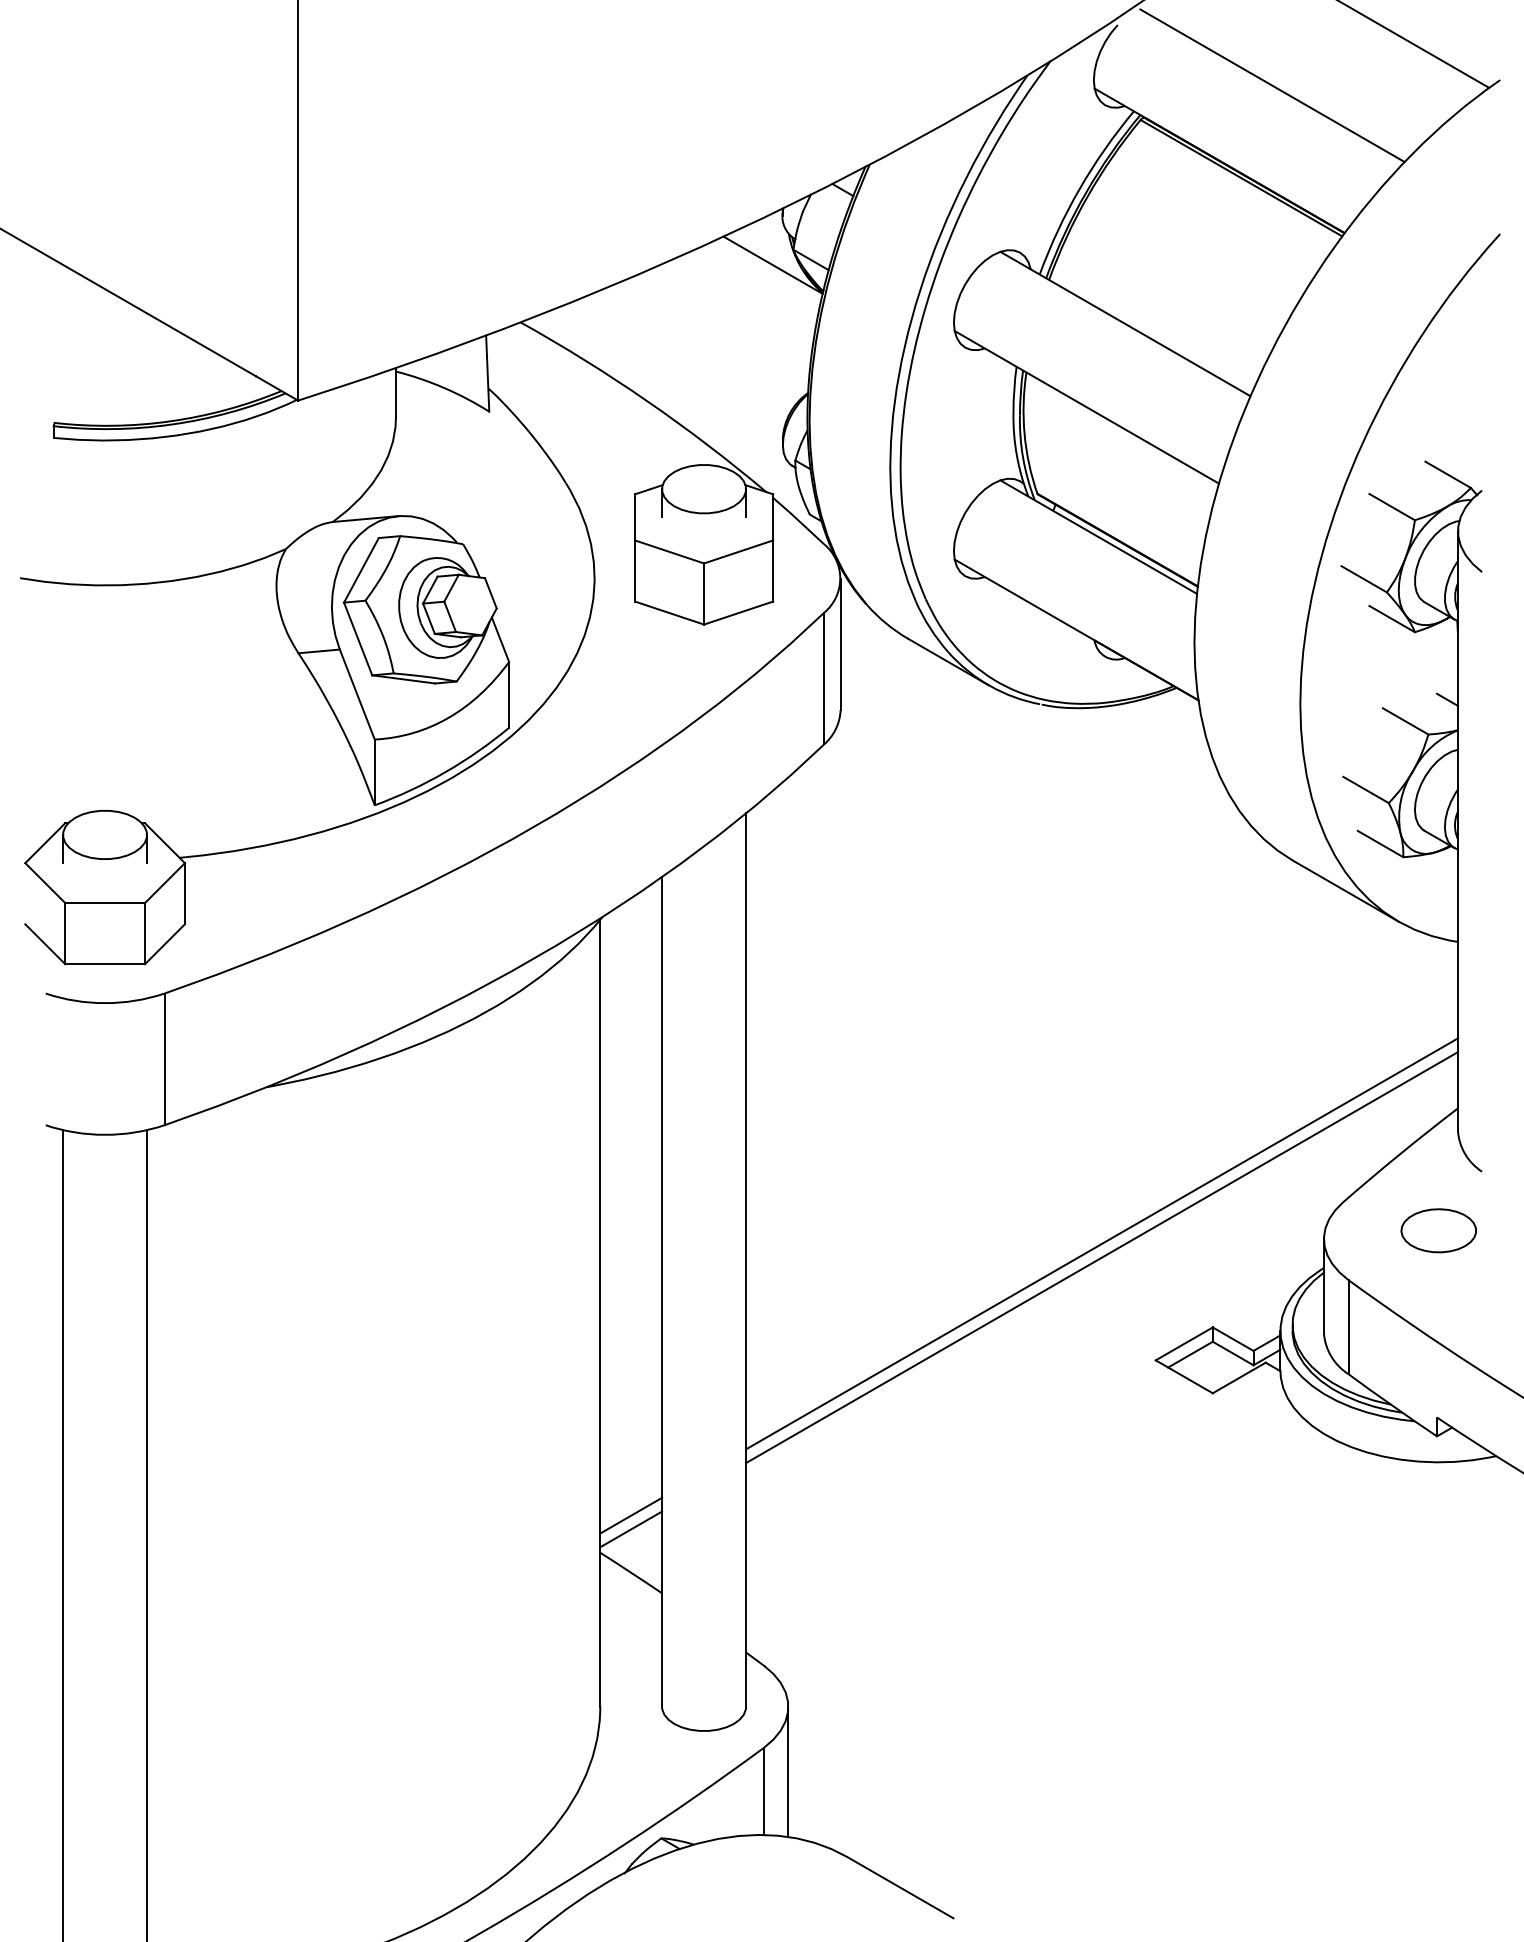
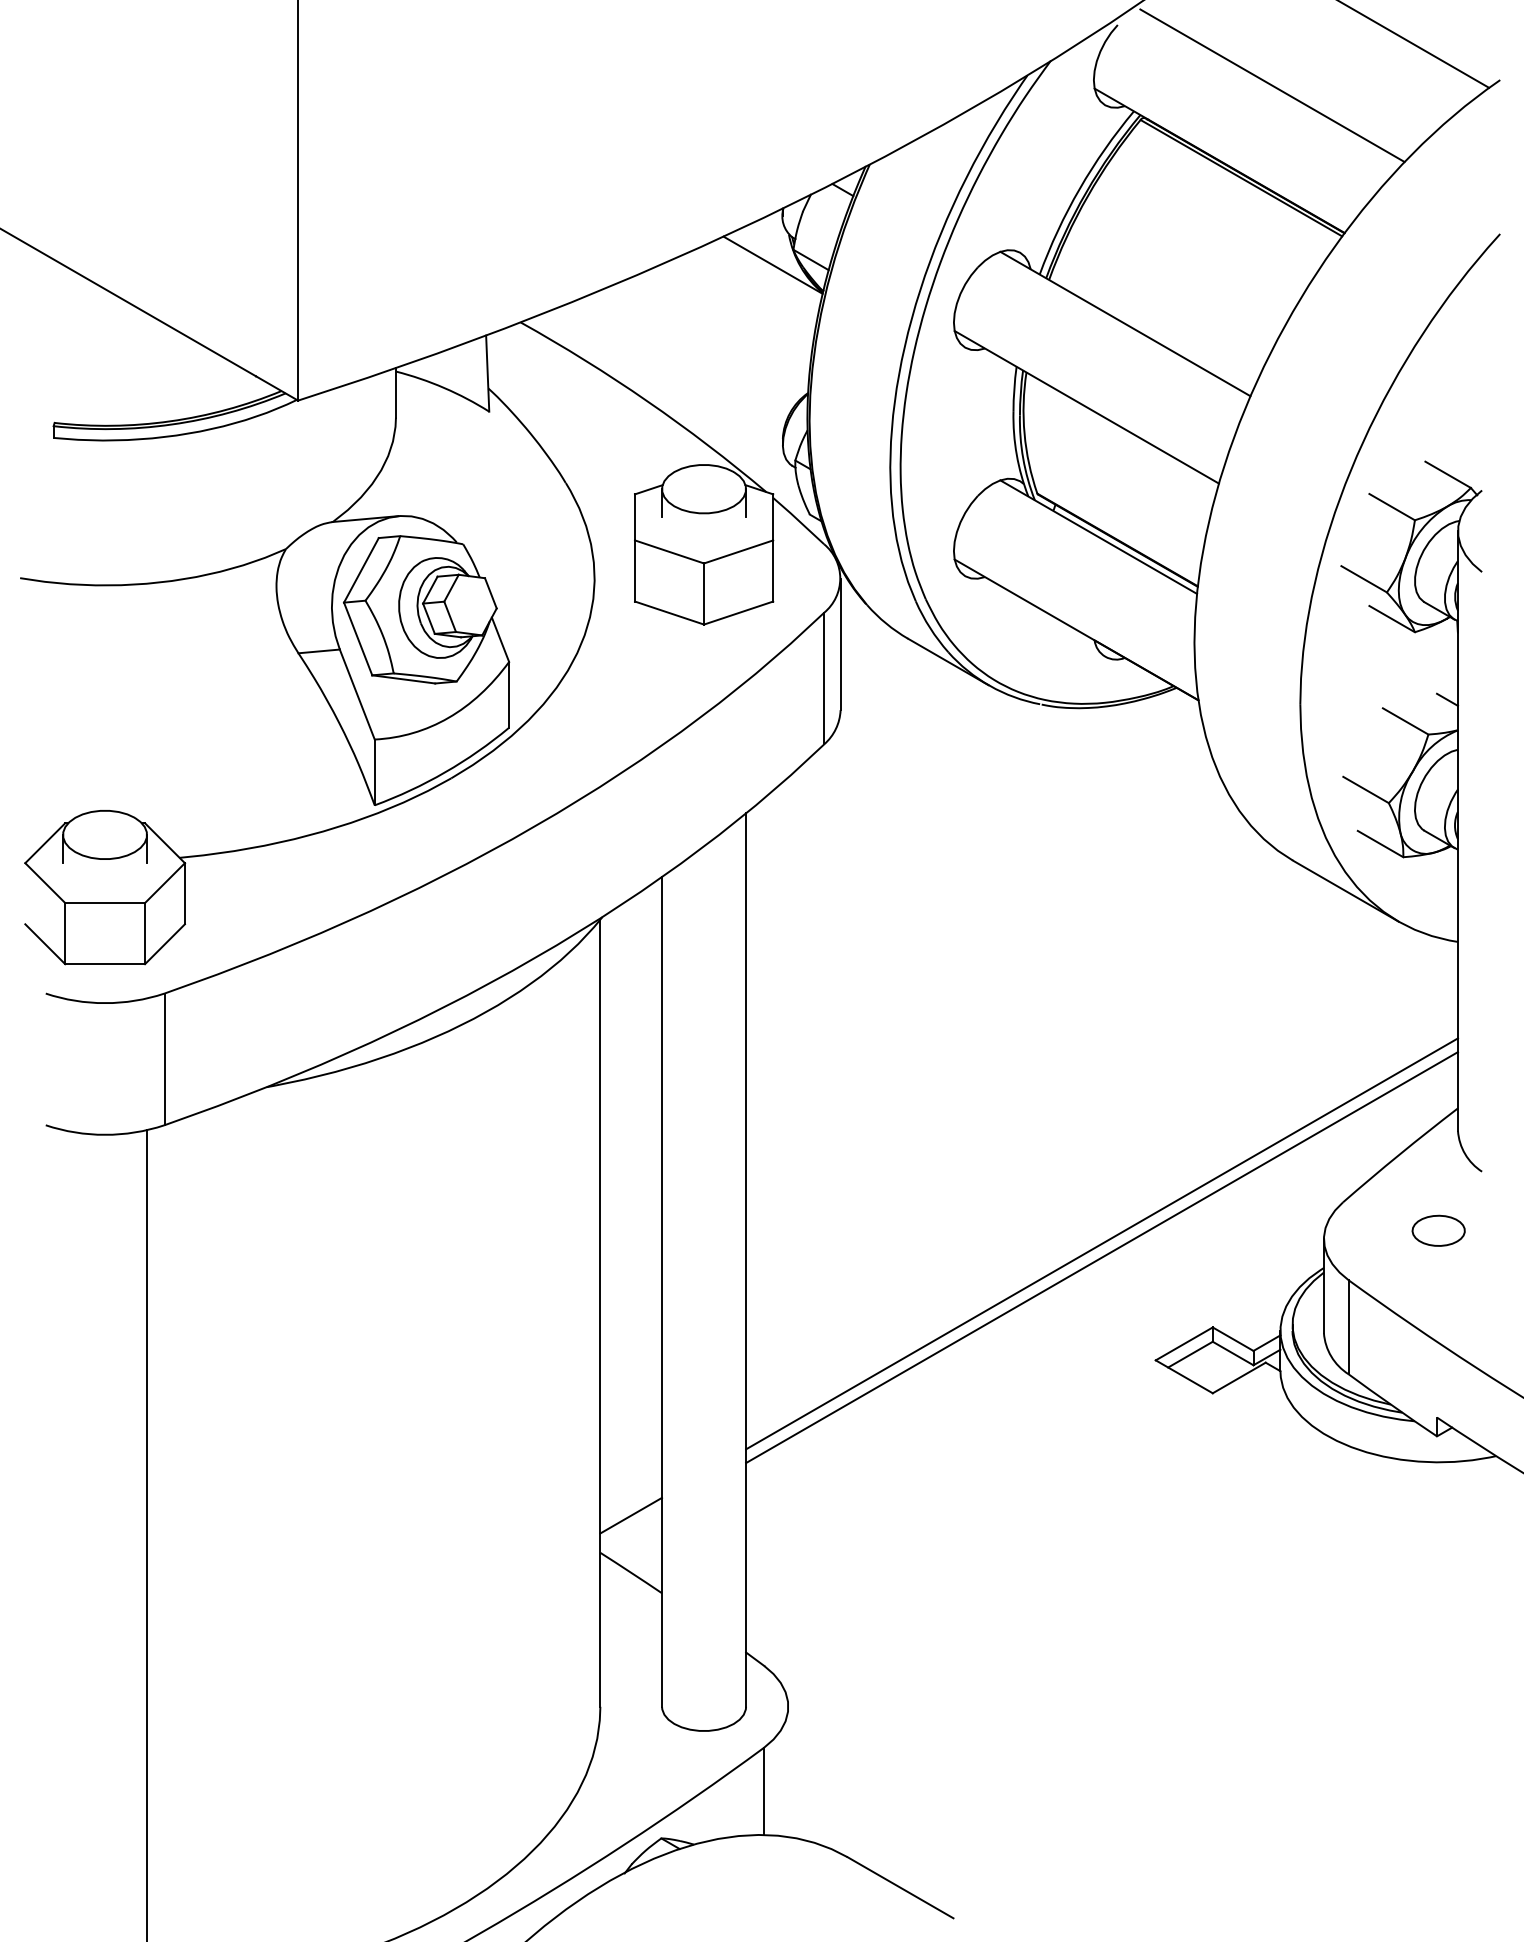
part at (1438, 1230) size: 77x46 px -> 55x33 px
line at (631, 1529): present -> none
line at (63, 1534): present -> none
line at (788, 1771): present -> none
